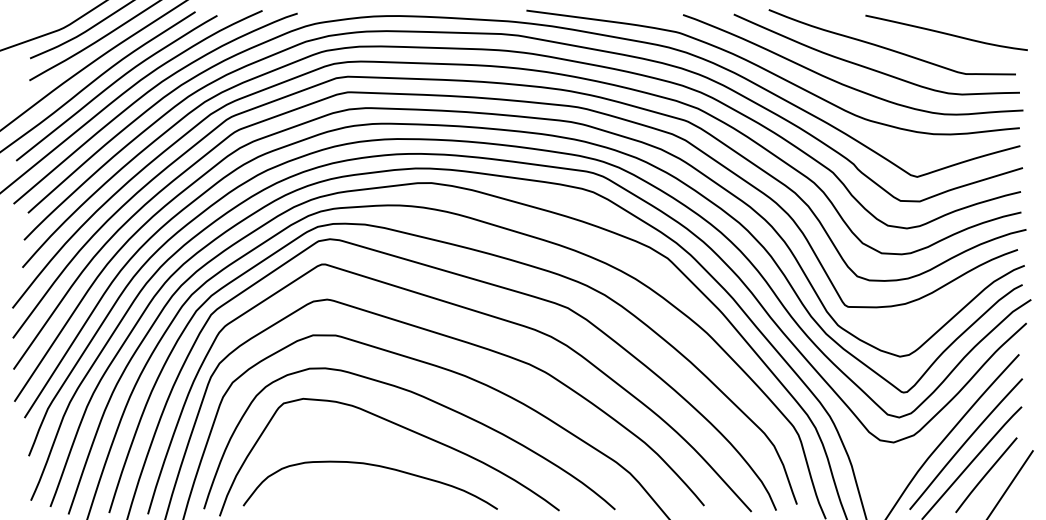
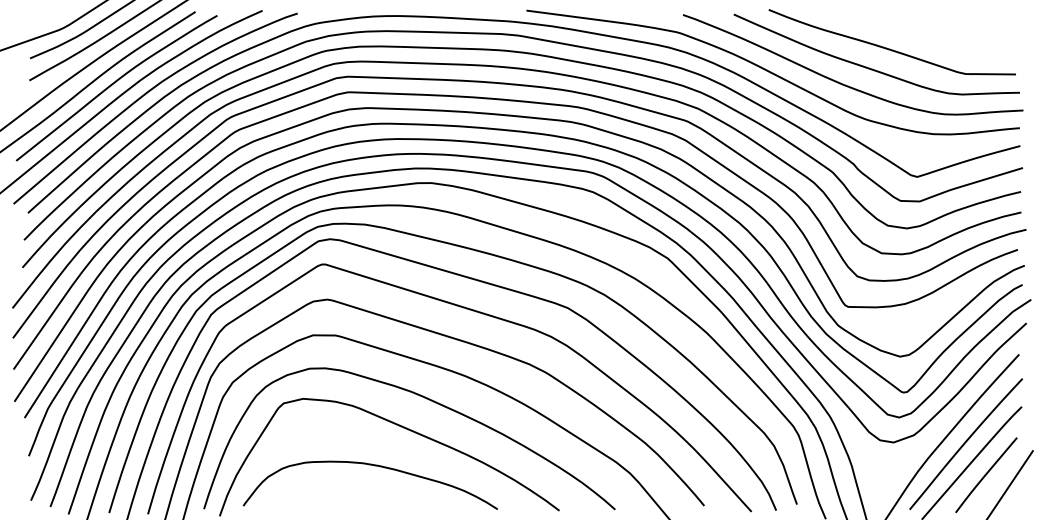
curve at (946, 32): present -> none
